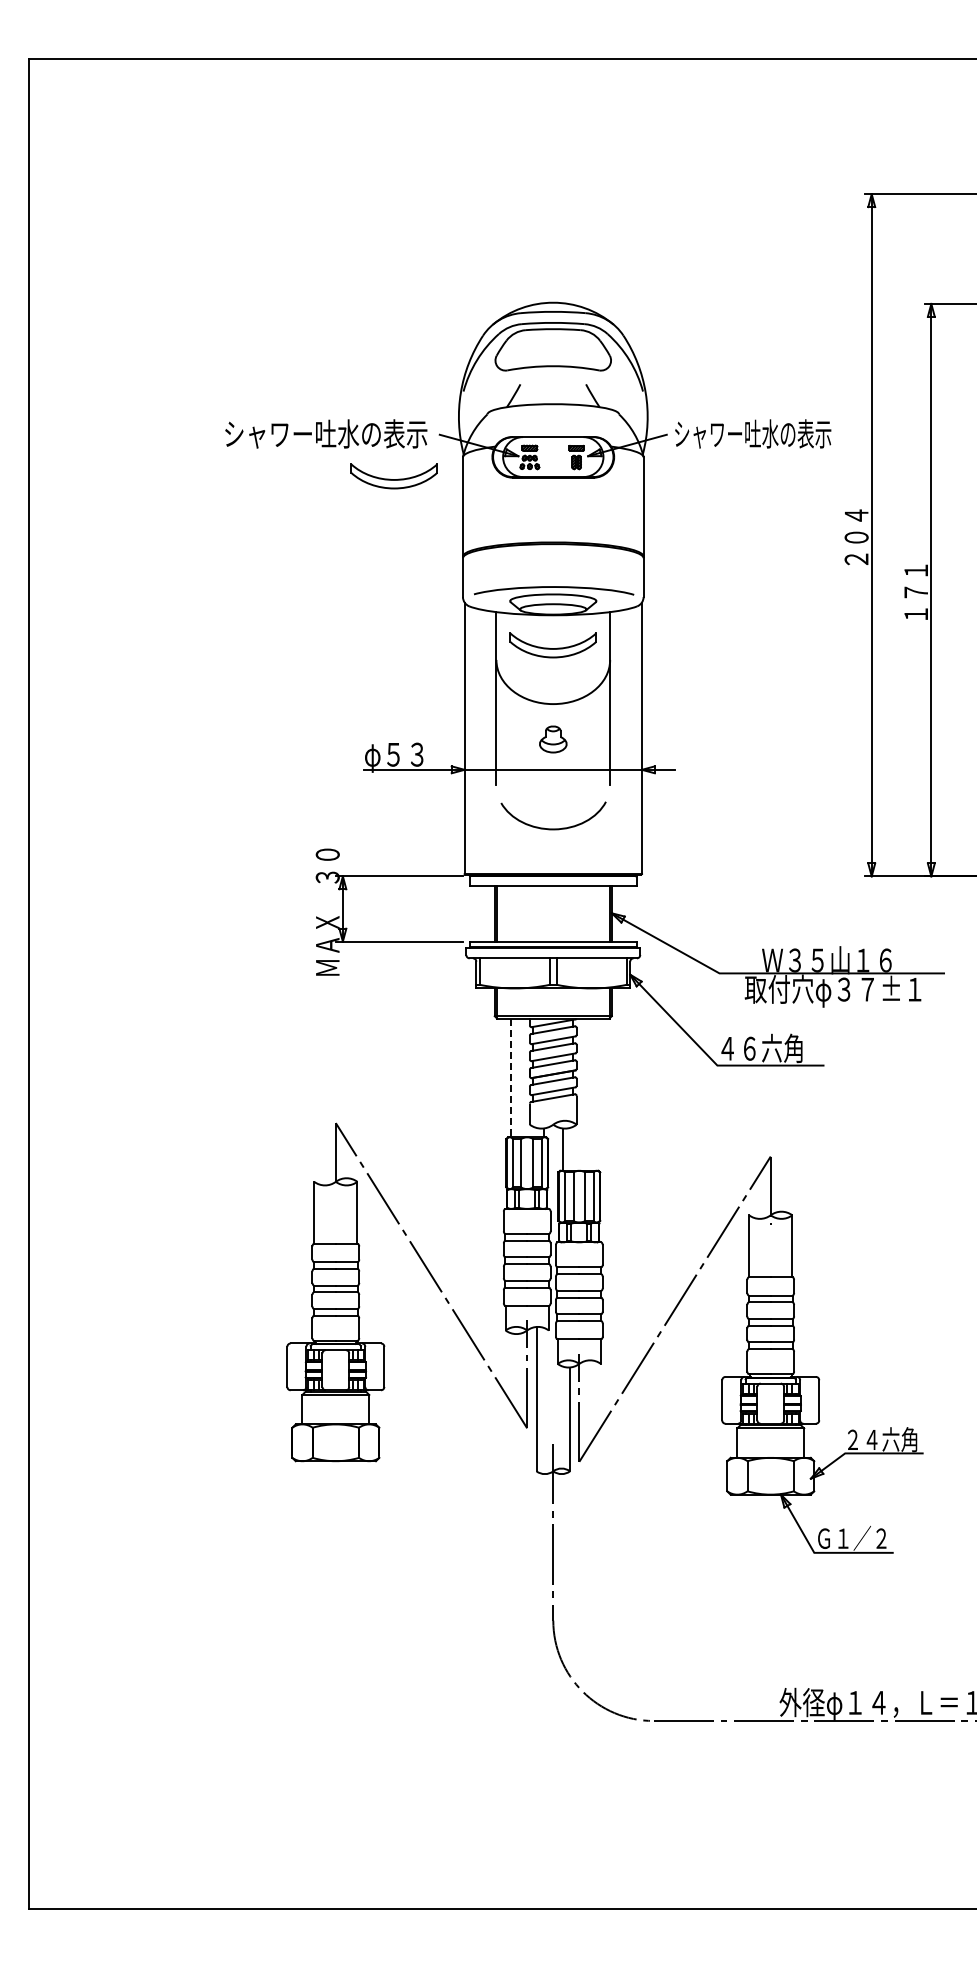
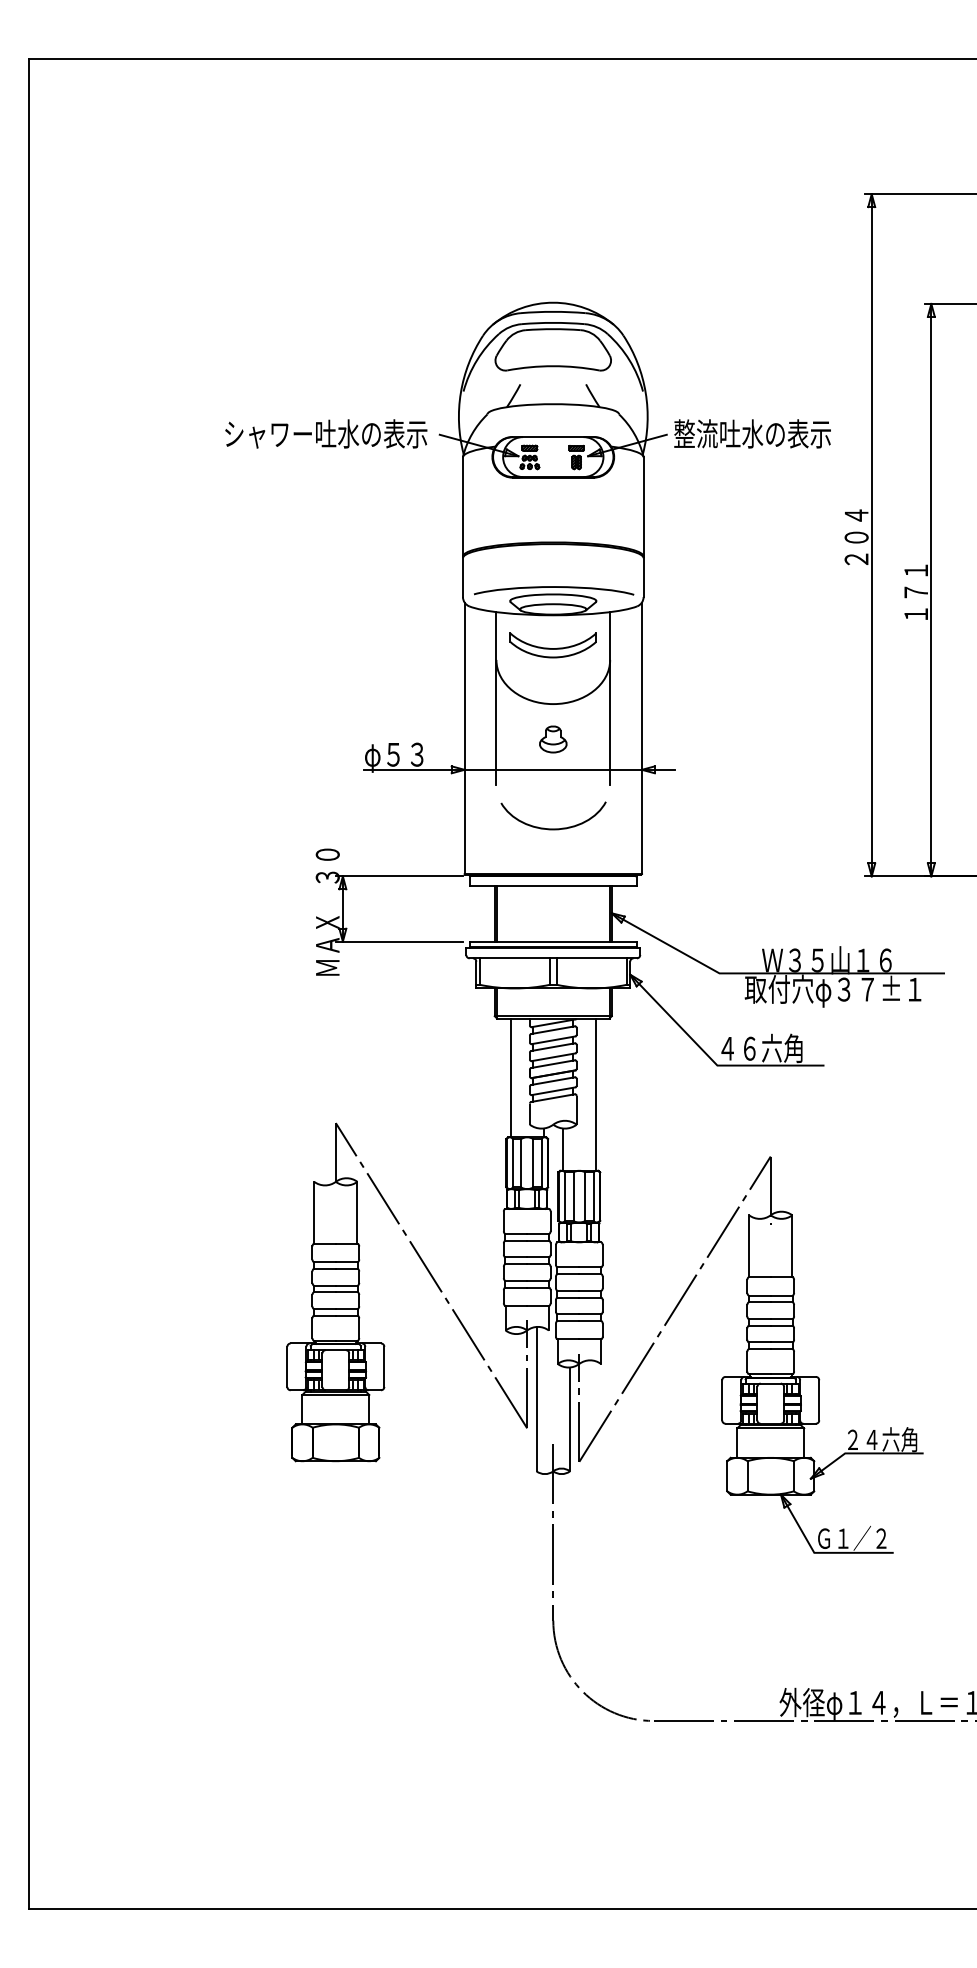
text at (752, 433): シャワー吐水の表示 -> 整流吐水の表示
part at (393, 476): present -> none
line at (510, 1078): dashed -> solid
line at (596, 1094): none -> present
